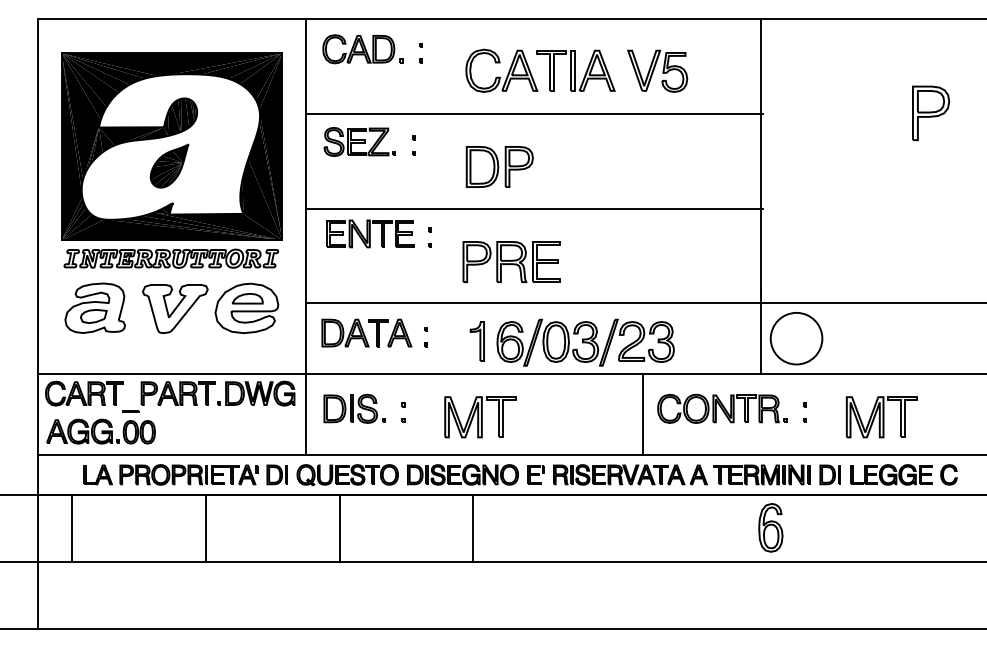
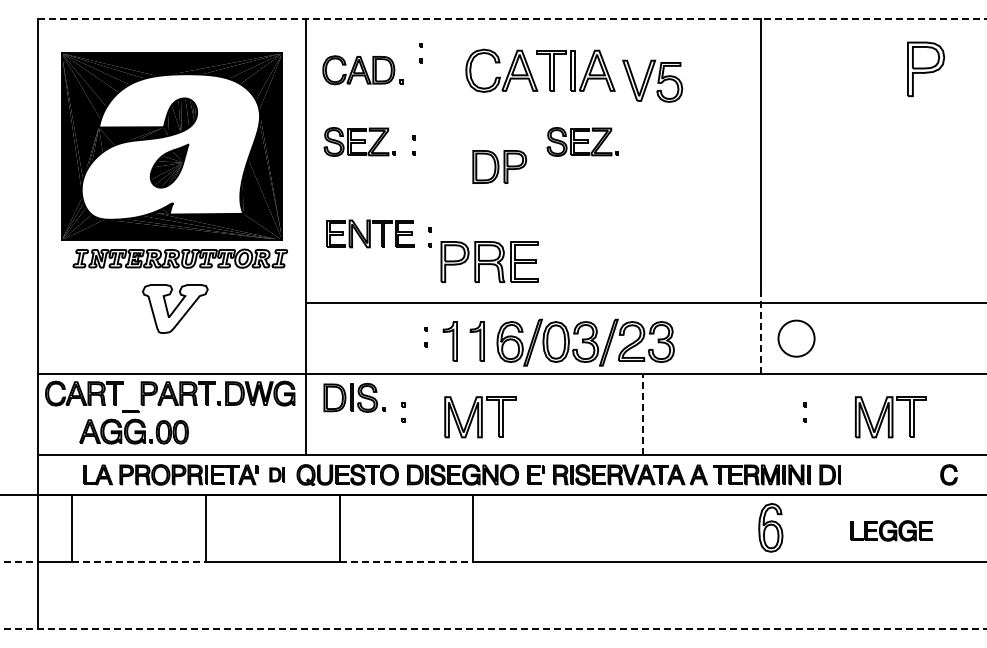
line at (512, 19): solid -> dashed
part at (362, 49) position: (362, 49) -> (362, 70)
part at (657, 70) position: (657, 70) -> (652, 80)
part at (931, 112) position: (931, 112) -> (926, 68)
line at (535, 113): present -> none
part at (582, 141): none -> present
part at (499, 166) size: 69x42 px -> 56x34 px
line at (535, 208): present -> none
part at (171, 258) position: (171, 258) -> (180, 258)
part at (511, 261) position: (511, 261) -> (489, 261)
part at (94, 307): present -> none
part at (246, 307): present -> none
part at (366, 332): present -> none
line at (761, 333): solid -> dashed
circle at (796, 338) diameter: 52 px -> 36 px
part at (449, 341): none -> present
part at (354, 408) position: (354, 408) -> (354, 397)
part at (722, 408): present -> none
line at (642, 413): solid -> dashed
part at (881, 417) position: (881, 417) -> (890, 417)
part at (100, 431) position: (100, 431) -> (133, 431)
part at (276, 474) size: 22x22 px -> 16x16 px
part at (891, 474) position: (891, 474) -> (891, 530)
line at (19, 561): solid -> dashed
line at (138, 561): solid -> dashed
line at (406, 561): solid -> dashed
line at (493, 628): solid -> dashed
